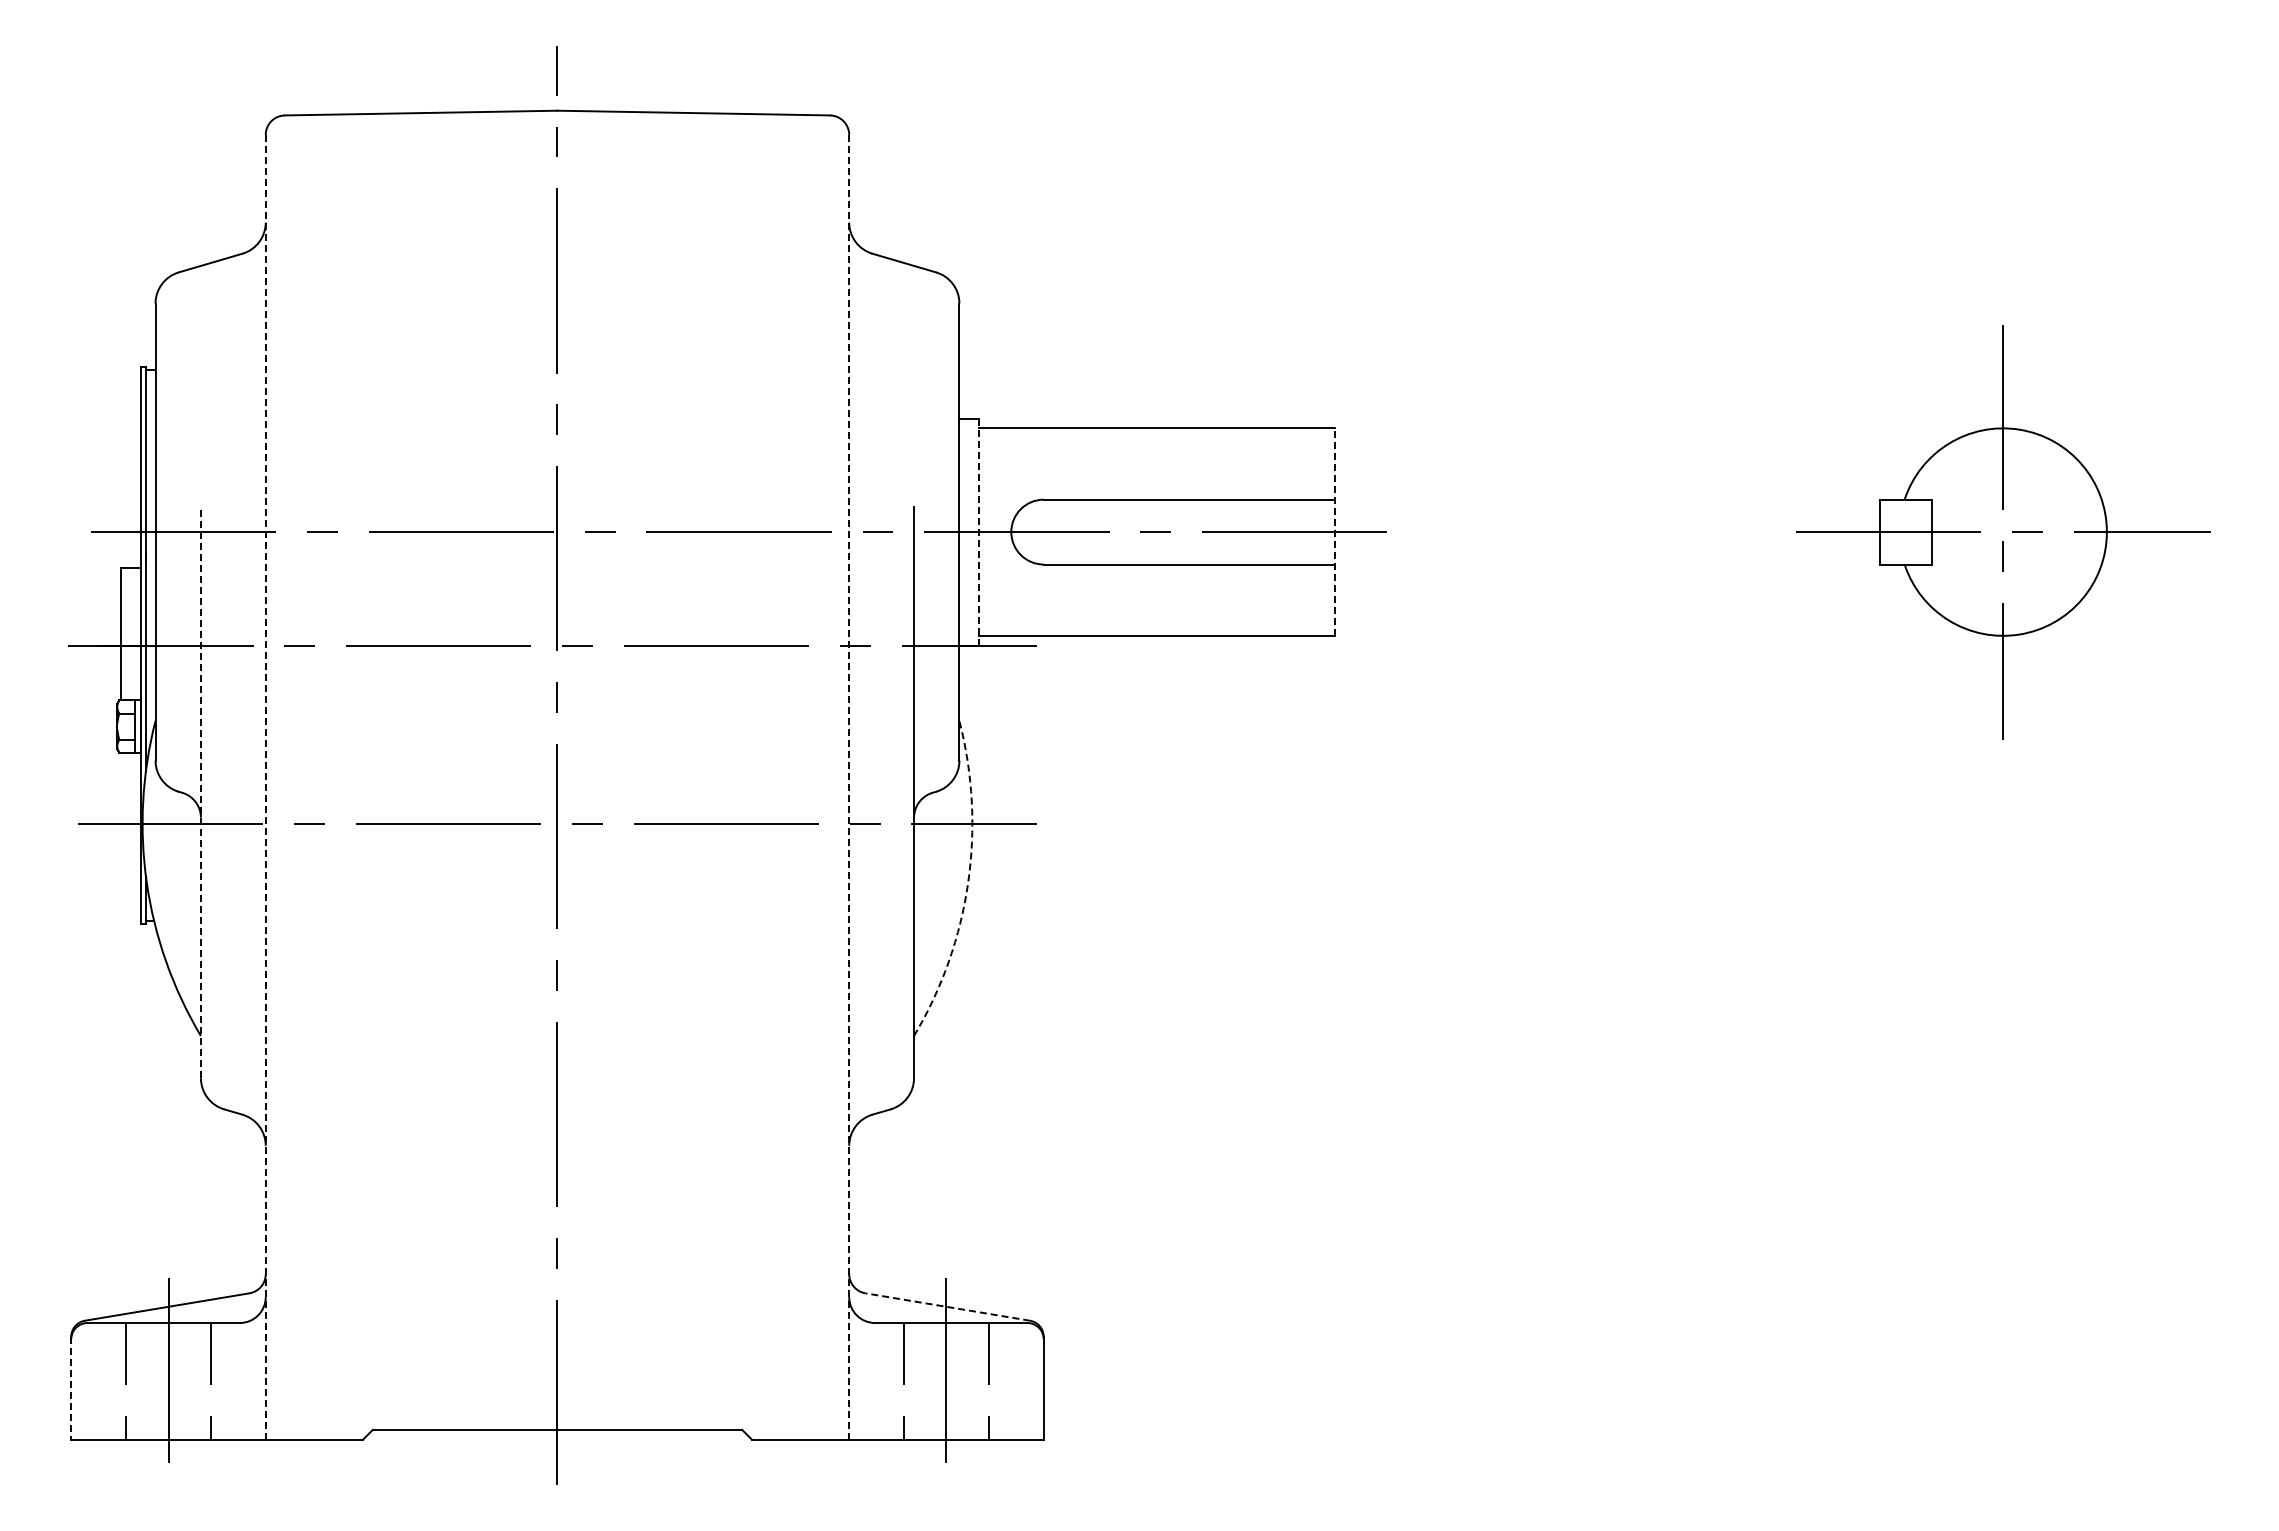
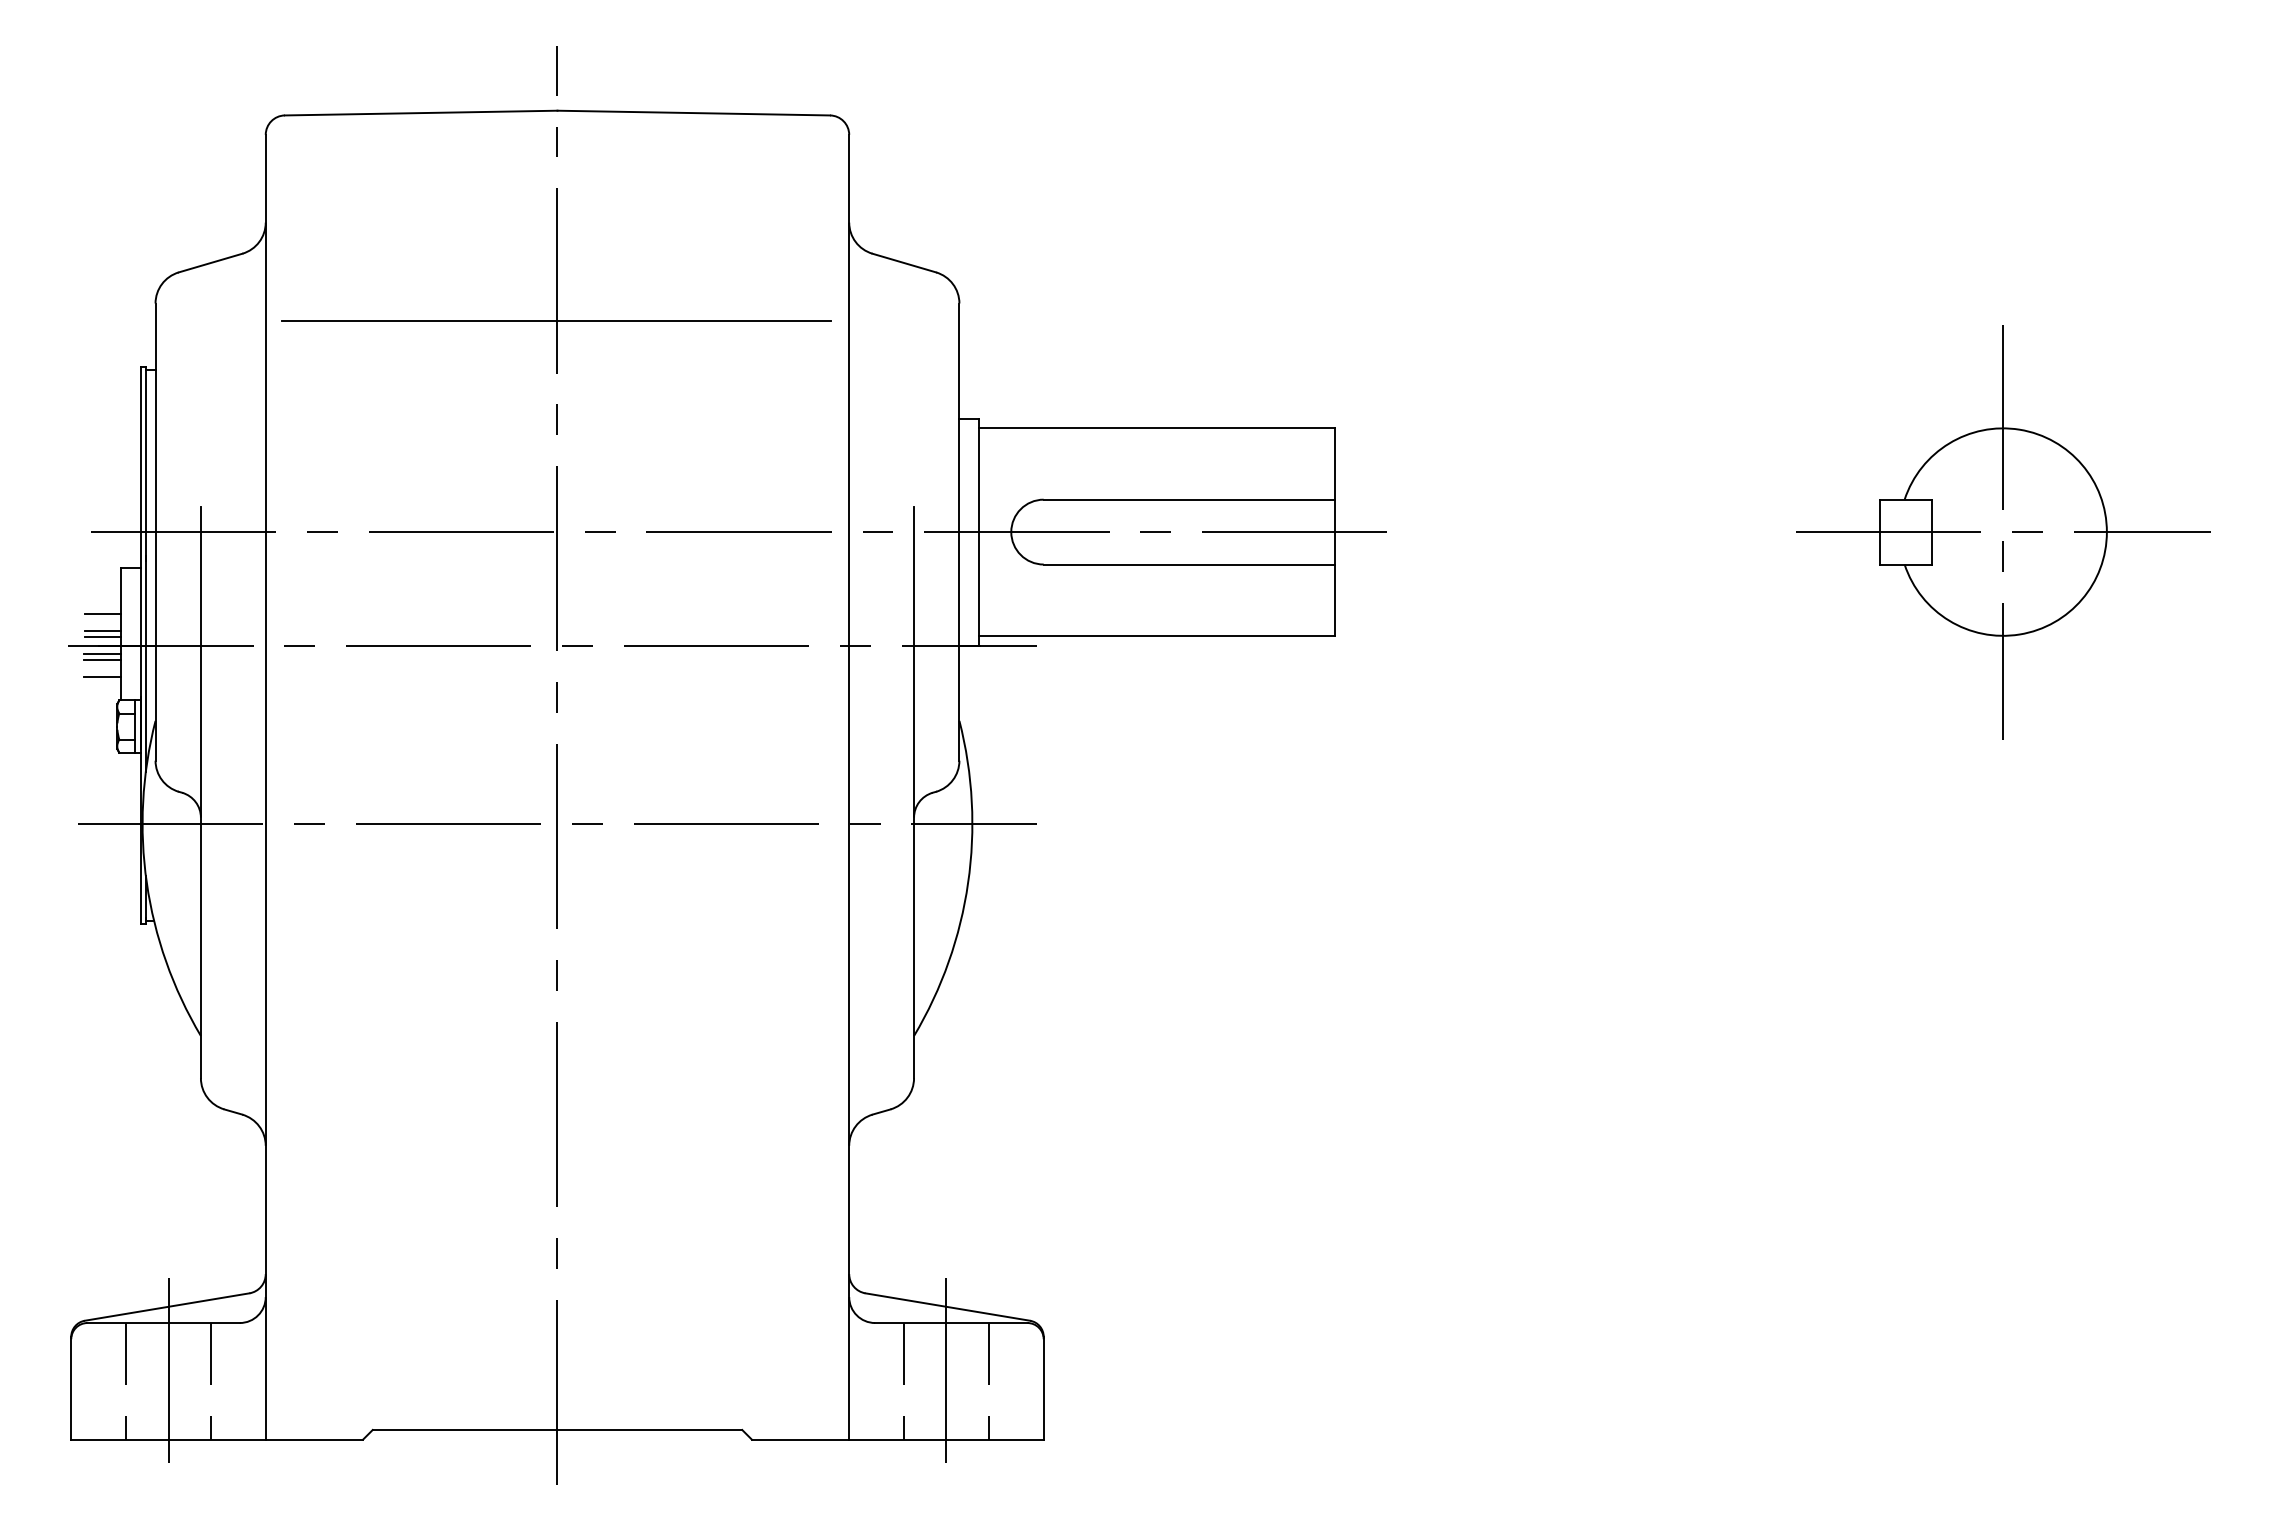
line at (556, 321): none -> present
line at (978, 532): dashed -> solid
line at (1335, 532): dashed -> solid
line at (103, 614): none -> present
line at (102, 631): none -> present
line at (102, 637): none -> present
line at (102, 654): none -> present
line at (102, 659): none -> present
line at (102, 676): none -> present
line at (265, 787): dashed -> solid
line at (849, 787): dashed -> solid
line at (200, 792): dashed -> solid
arc at (968, 882): dashed -> solid
line at (947, 1306): dashed -> solid
line at (71, 1388): dashed -> solid
